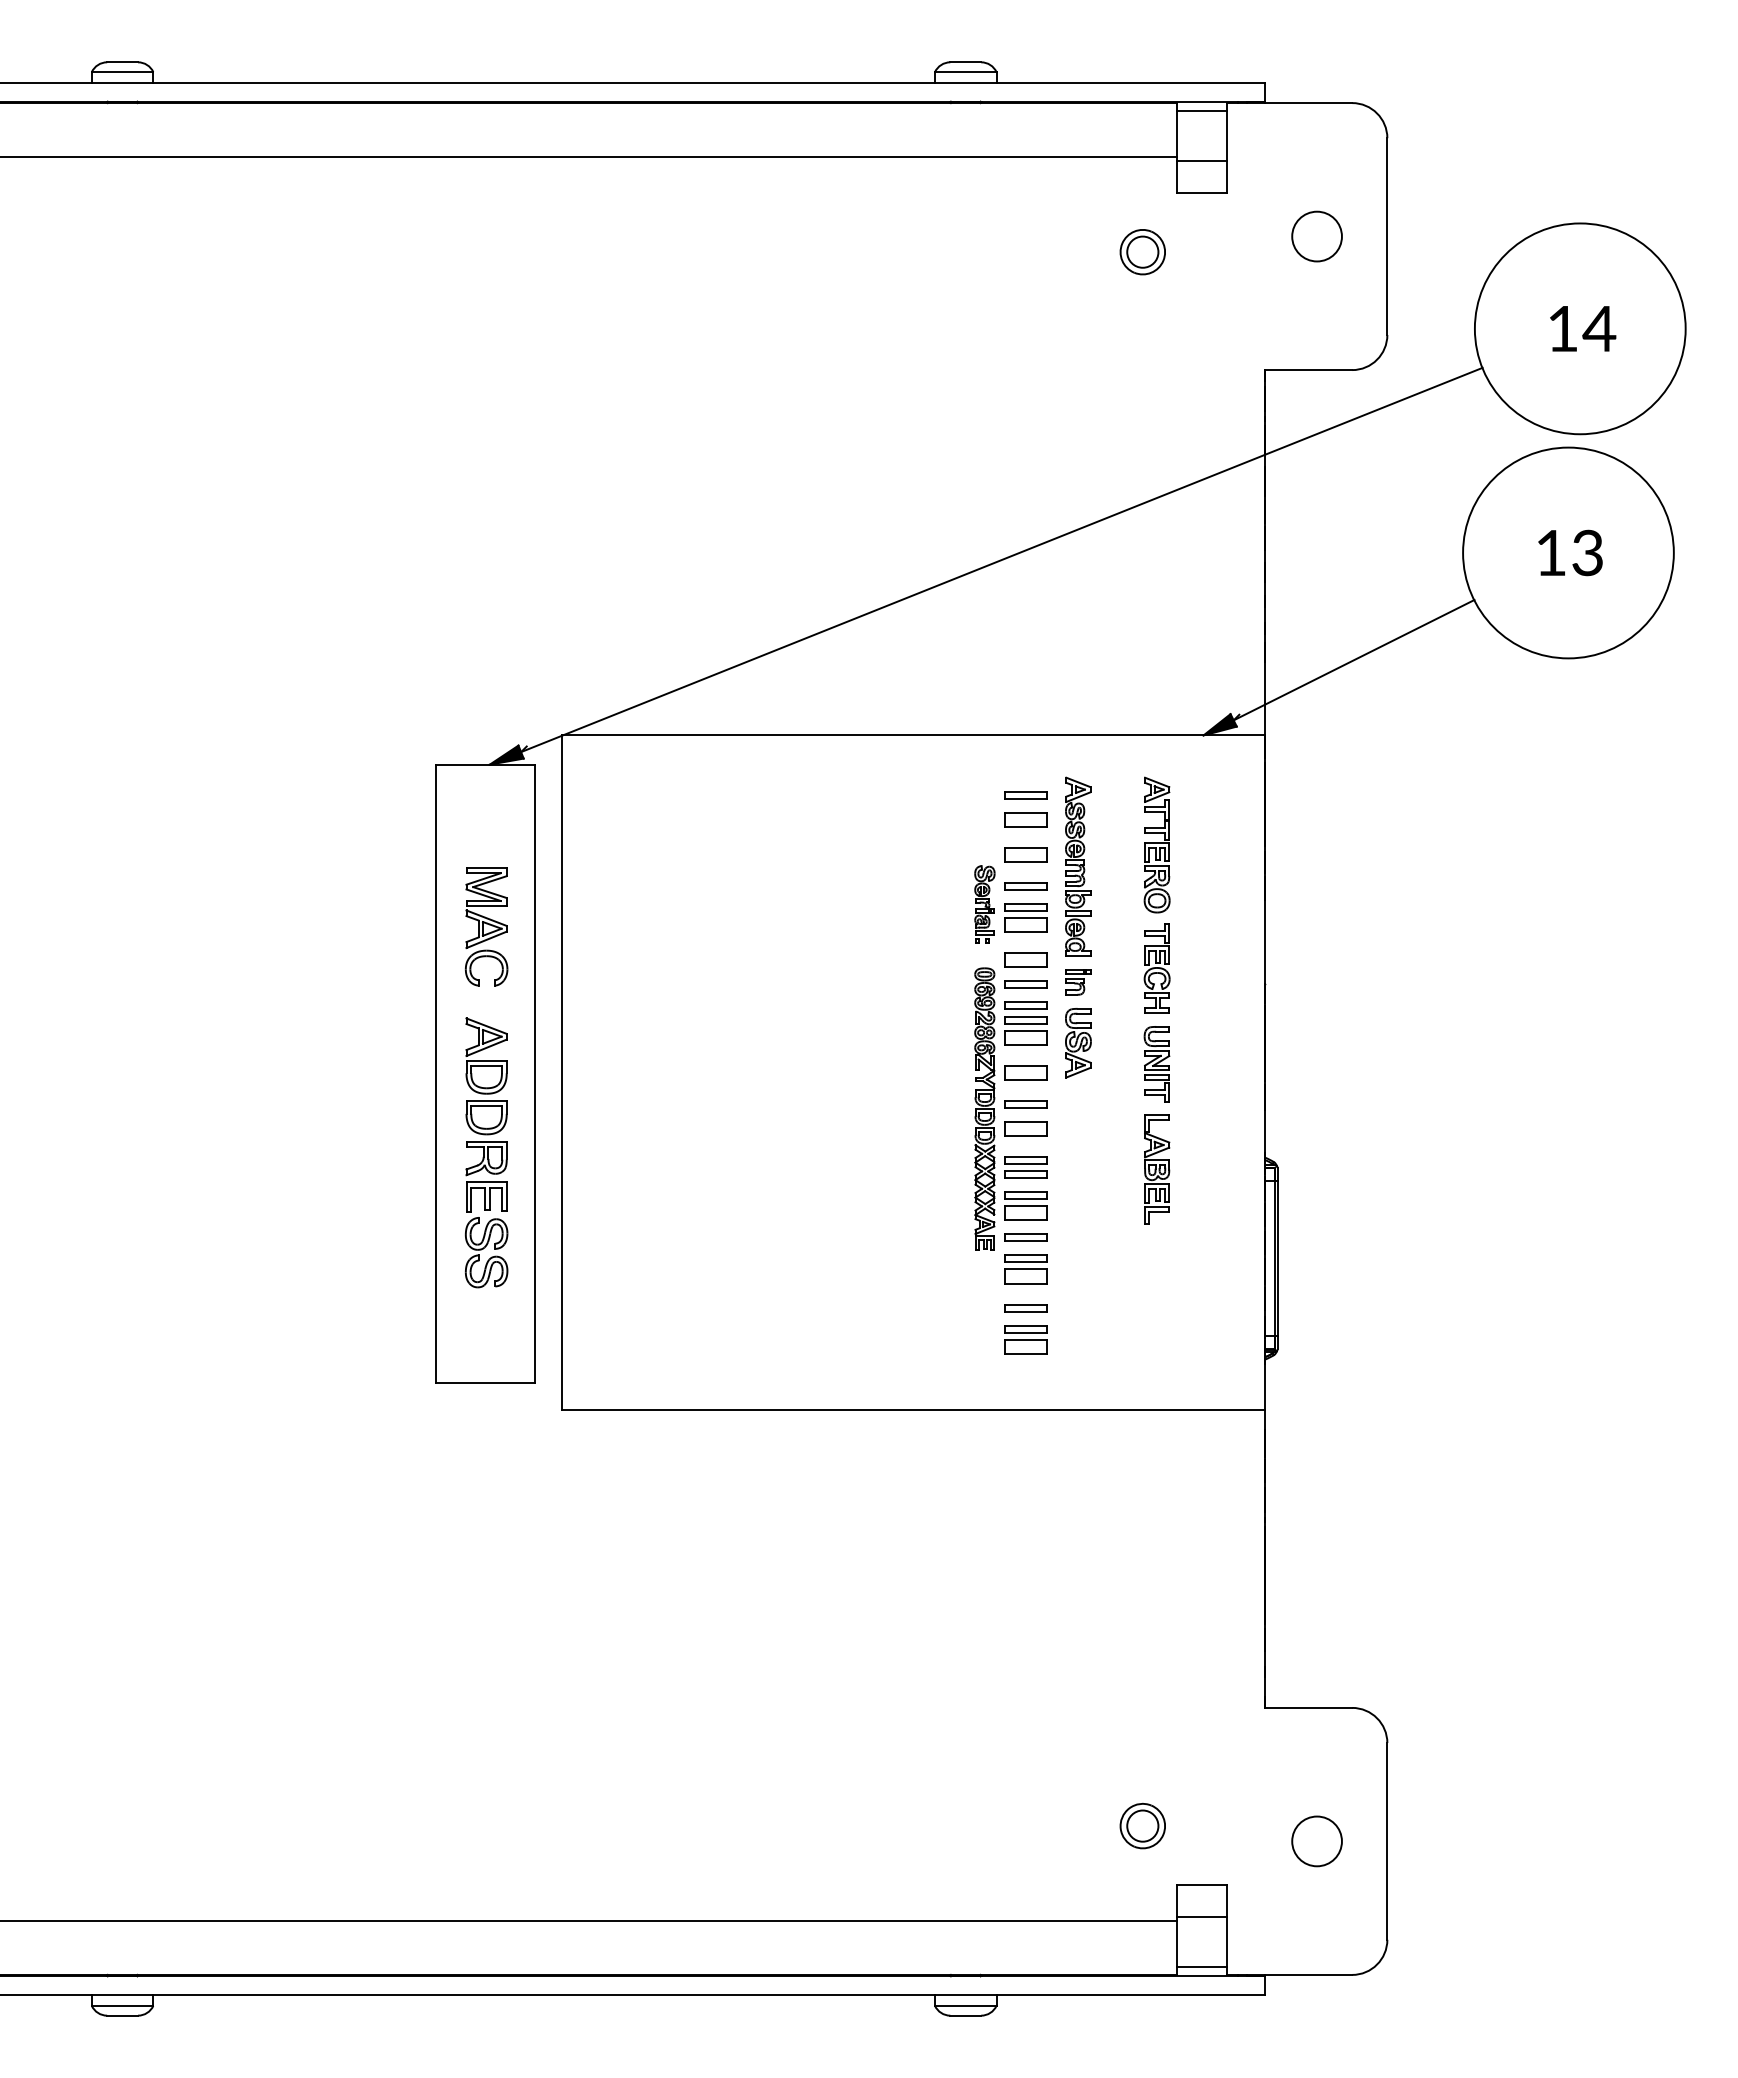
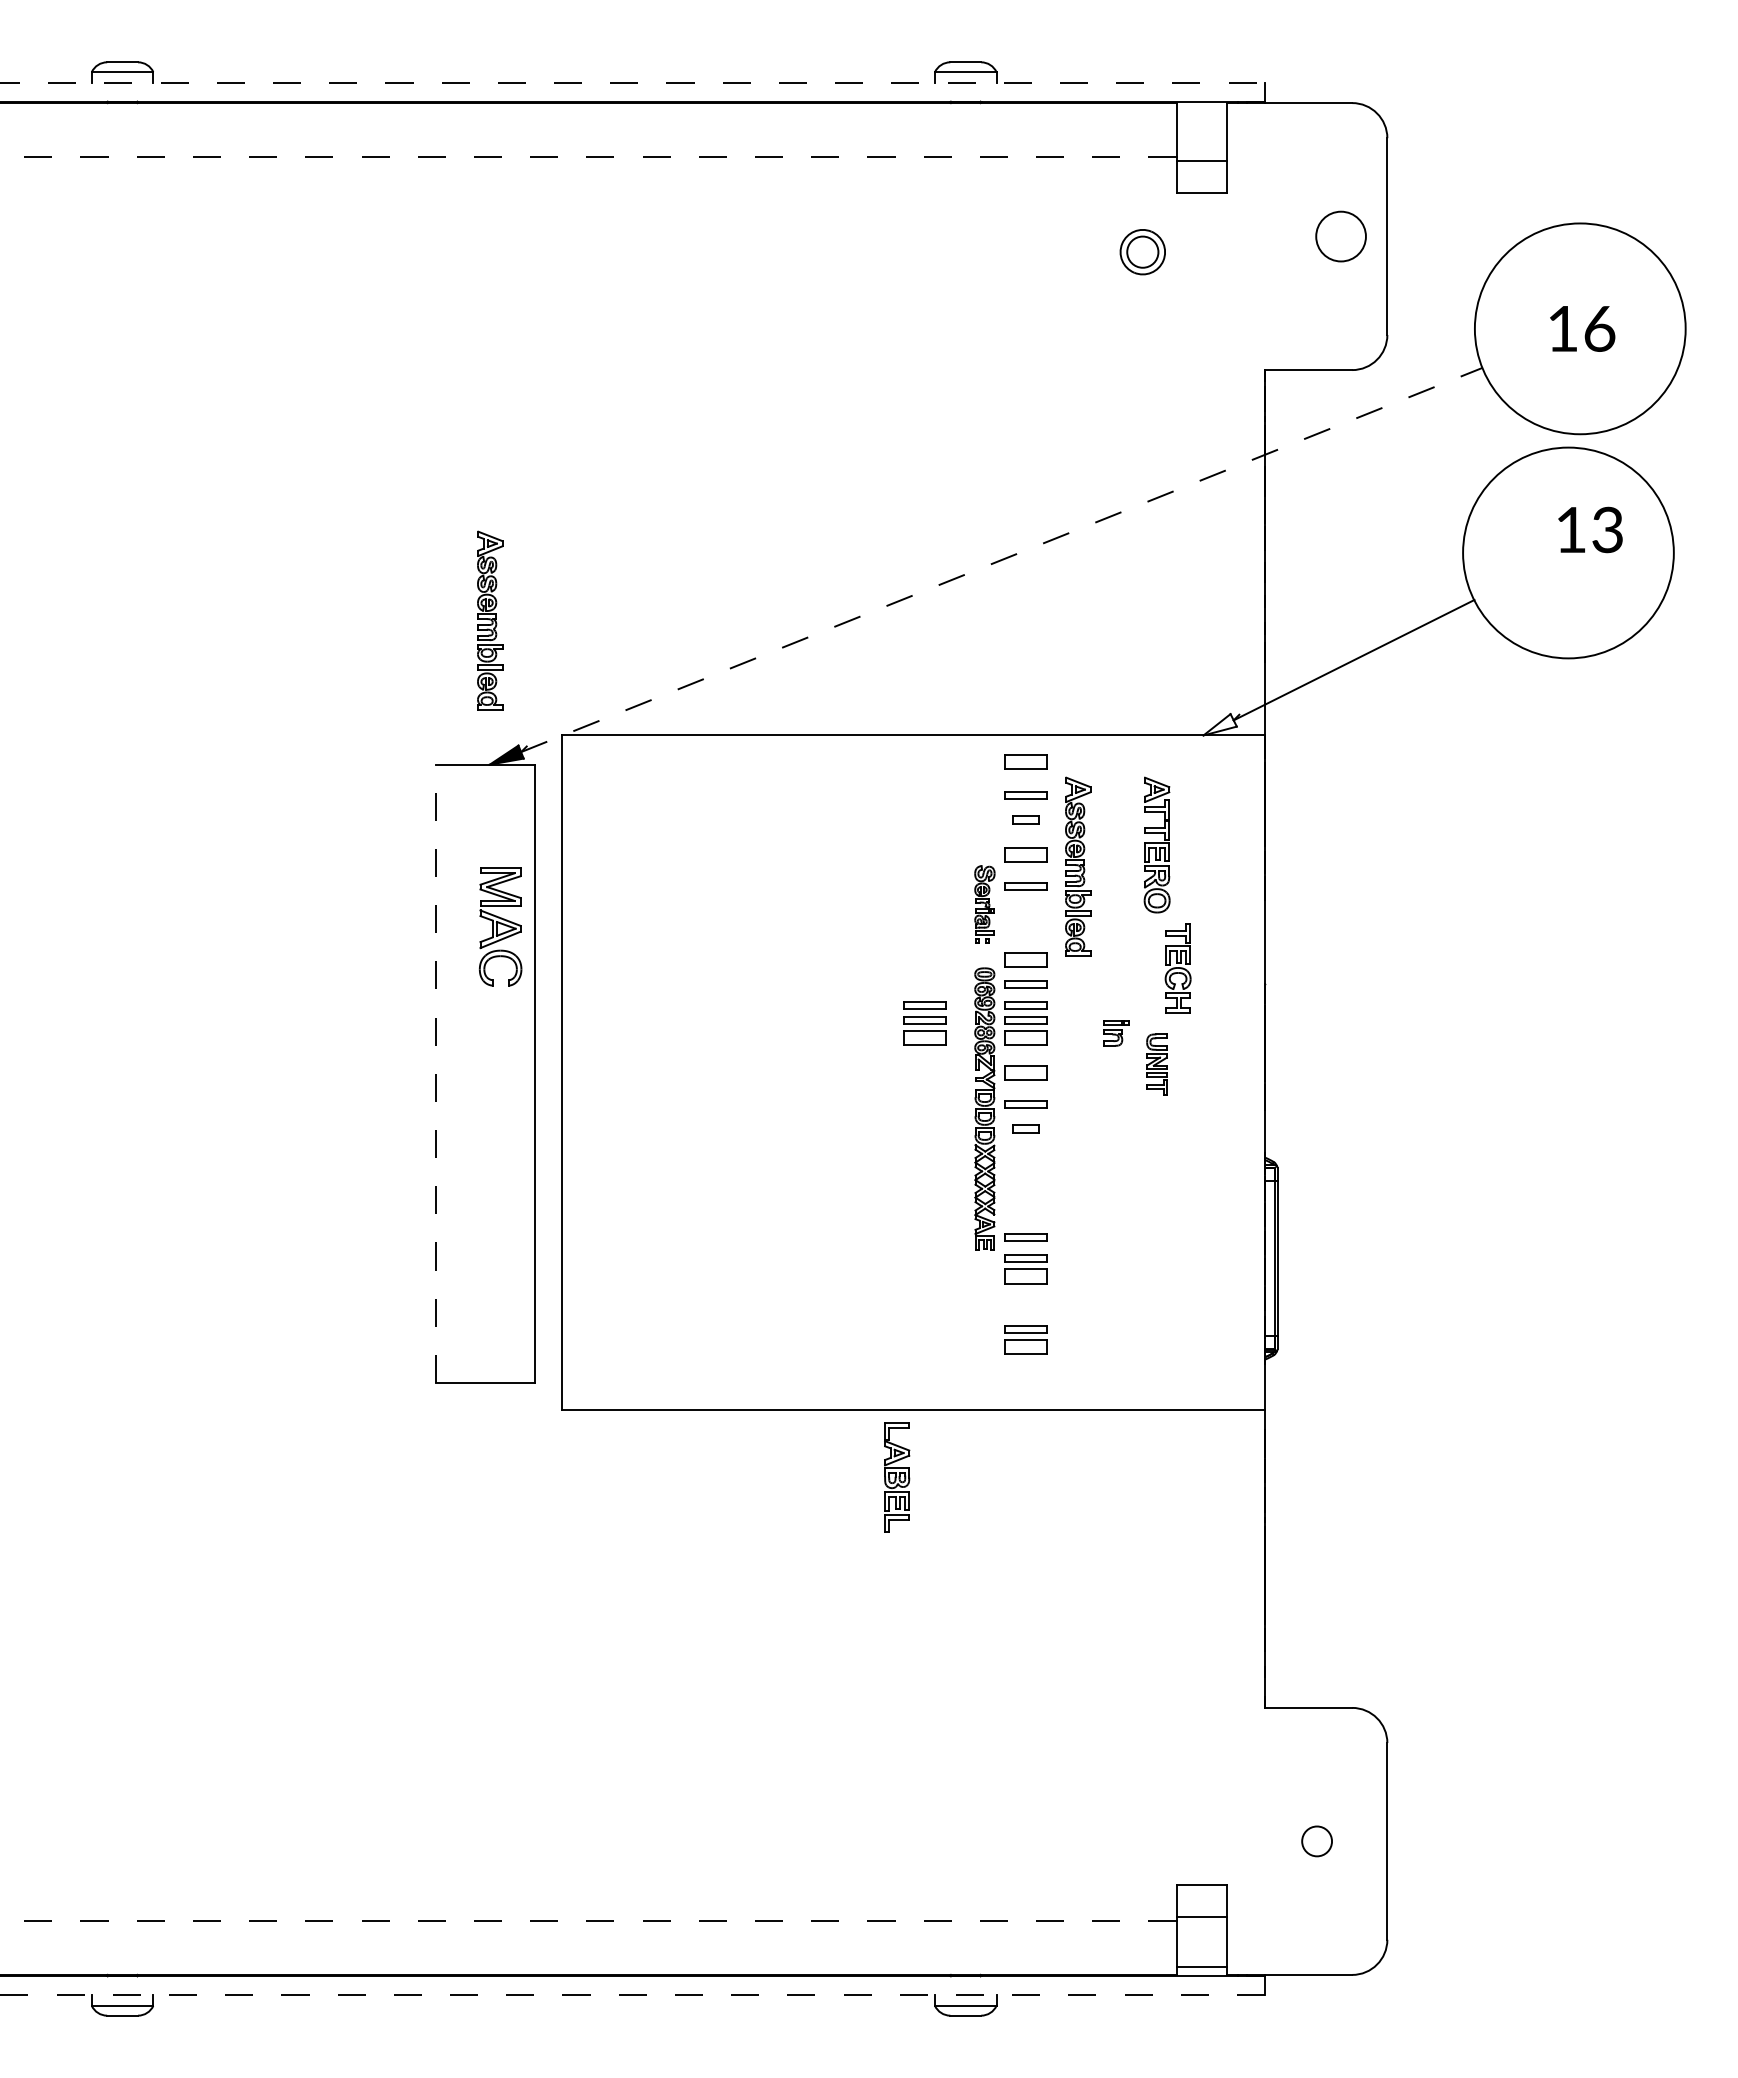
line at (633, 83): solid -> dashed
line at (1201, 110): present -> none
line at (588, 157): solid -> dashed
circle at (1316, 236) position: (1316, 236) -> (1340, 236)
text at (1599, 328): 14 -> 16
text at (1570, 552) position: (1570, 552) -> (1590, 529)
line at (1001, 559): solid -> dashed
part at (490, 620): none -> present
fill at (1219, 724): present -> none
part at (1025, 761): none -> present
part at (1025, 819) size: 44x16 px -> 28x10 px
part at (1025, 917): present -> none
part at (486, 926) position: (486, 926) -> (500, 926)
part at (1156, 968) position: (1156, 968) -> (1177, 968)
part at (1078, 982) position: (1078, 982) -> (1116, 1033)
part at (924, 1023): none -> present
part at (1078, 1043): present -> none
part at (1156, 1064) size: 28x77 px -> 22x63 px
line at (436, 1073): solid -> dashed
part at (1025, 1128) size: 44x16 px -> 28x10 px
part at (486, 1152): present -> none
part at (1025, 1167): present -> none
part at (1157, 1169) position: (1157, 1169) -> (897, 1477)
part at (1025, 1205): present -> none
part at (1025, 1308): present -> none
part at (1142, 1825): present -> none
circle at (1316, 1841) diameter: 50 px -> 30 px
line at (588, 1920): solid -> dashed
line at (632, 1994): solid -> dashed
